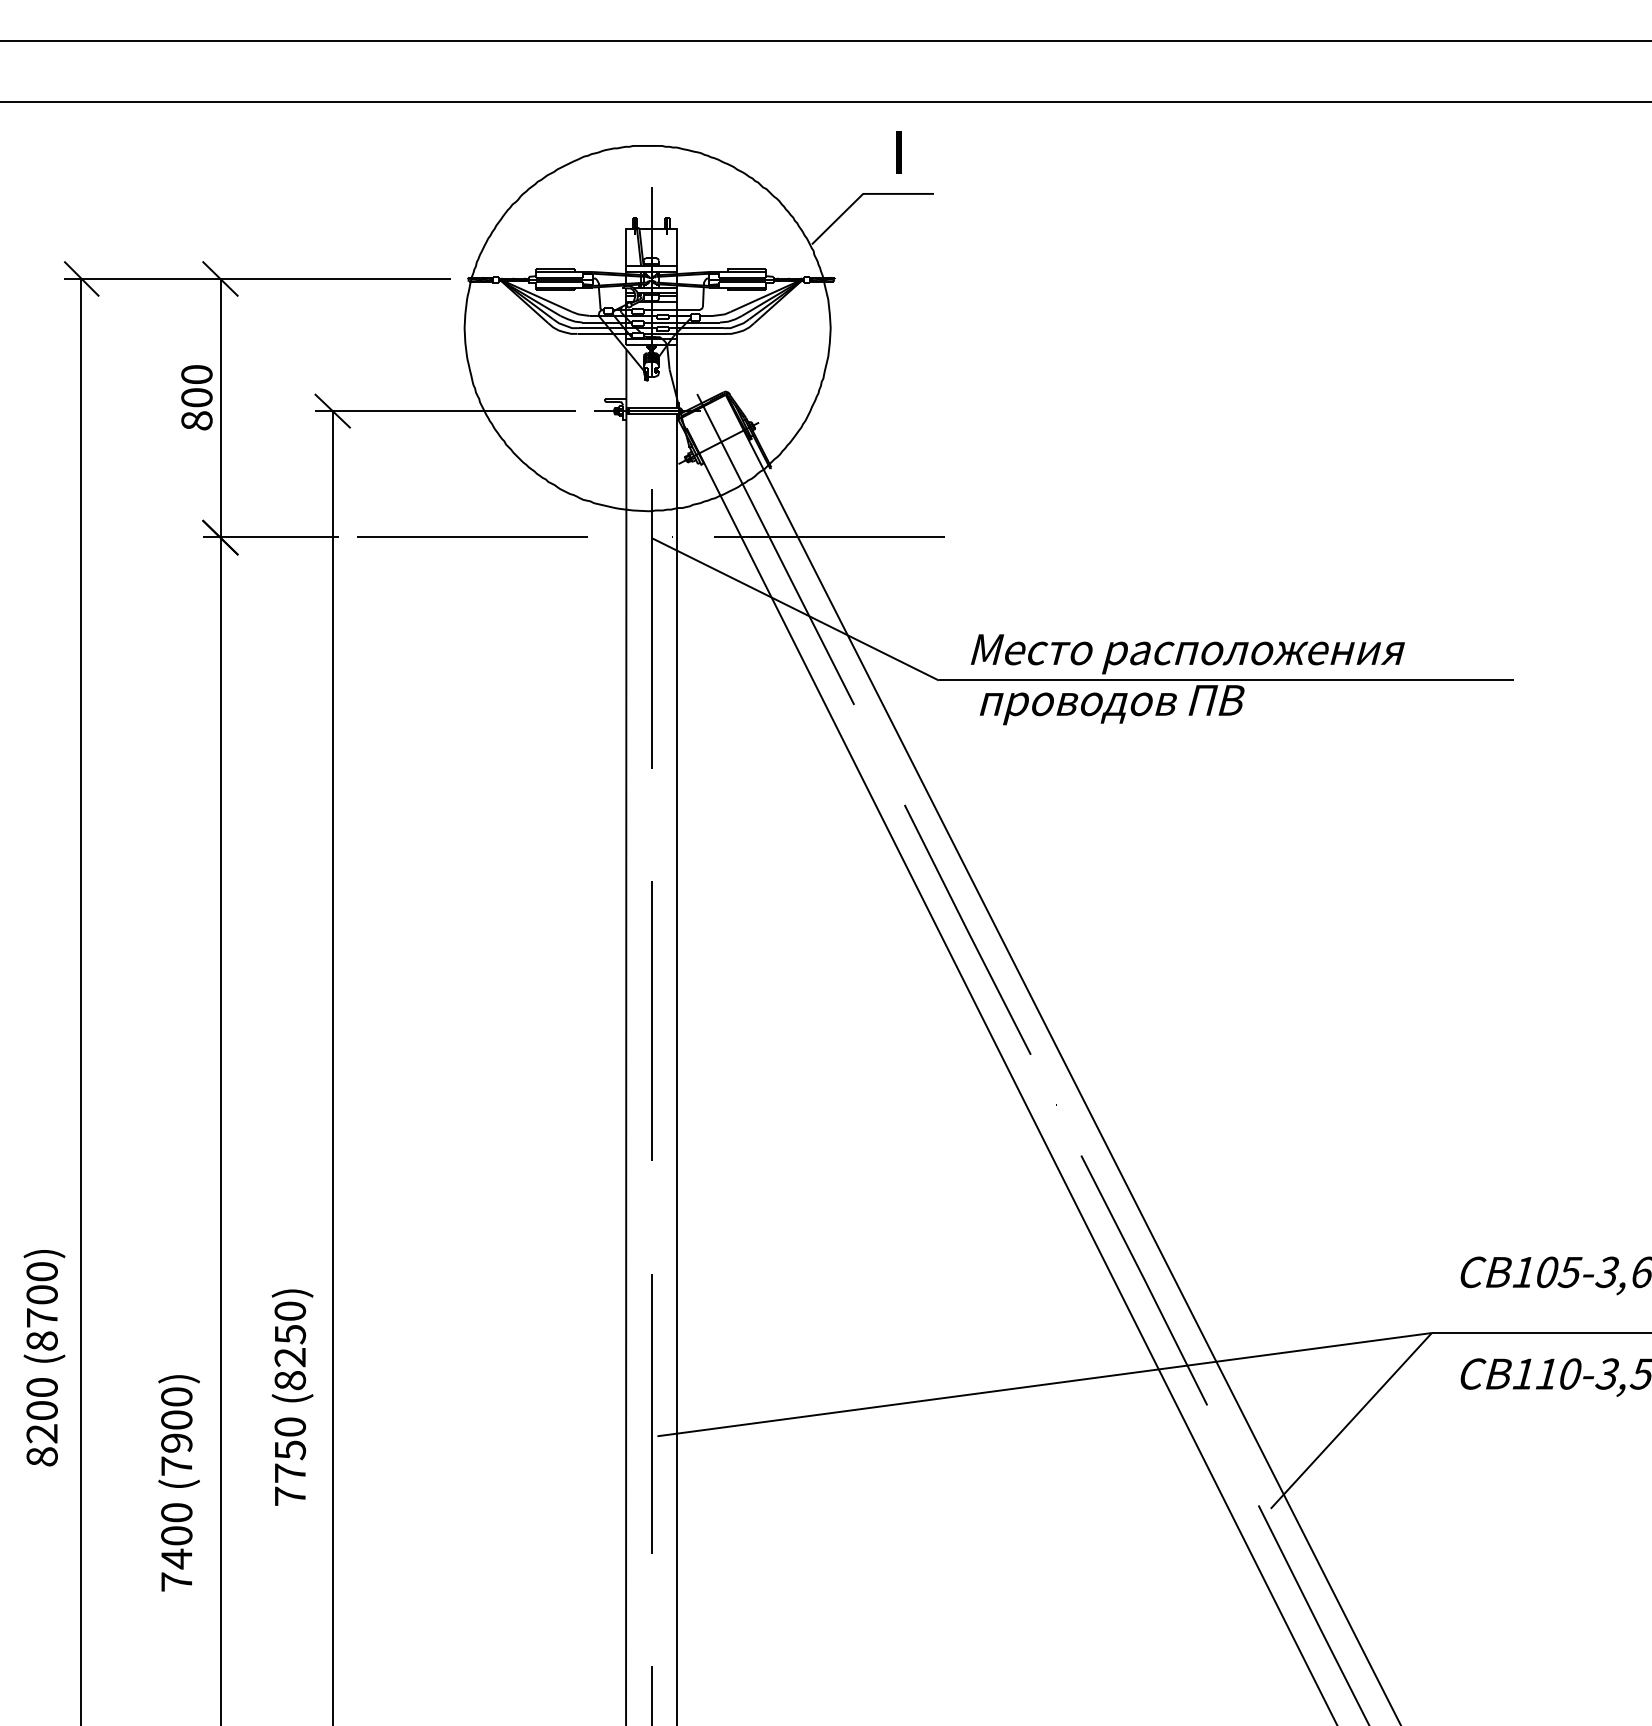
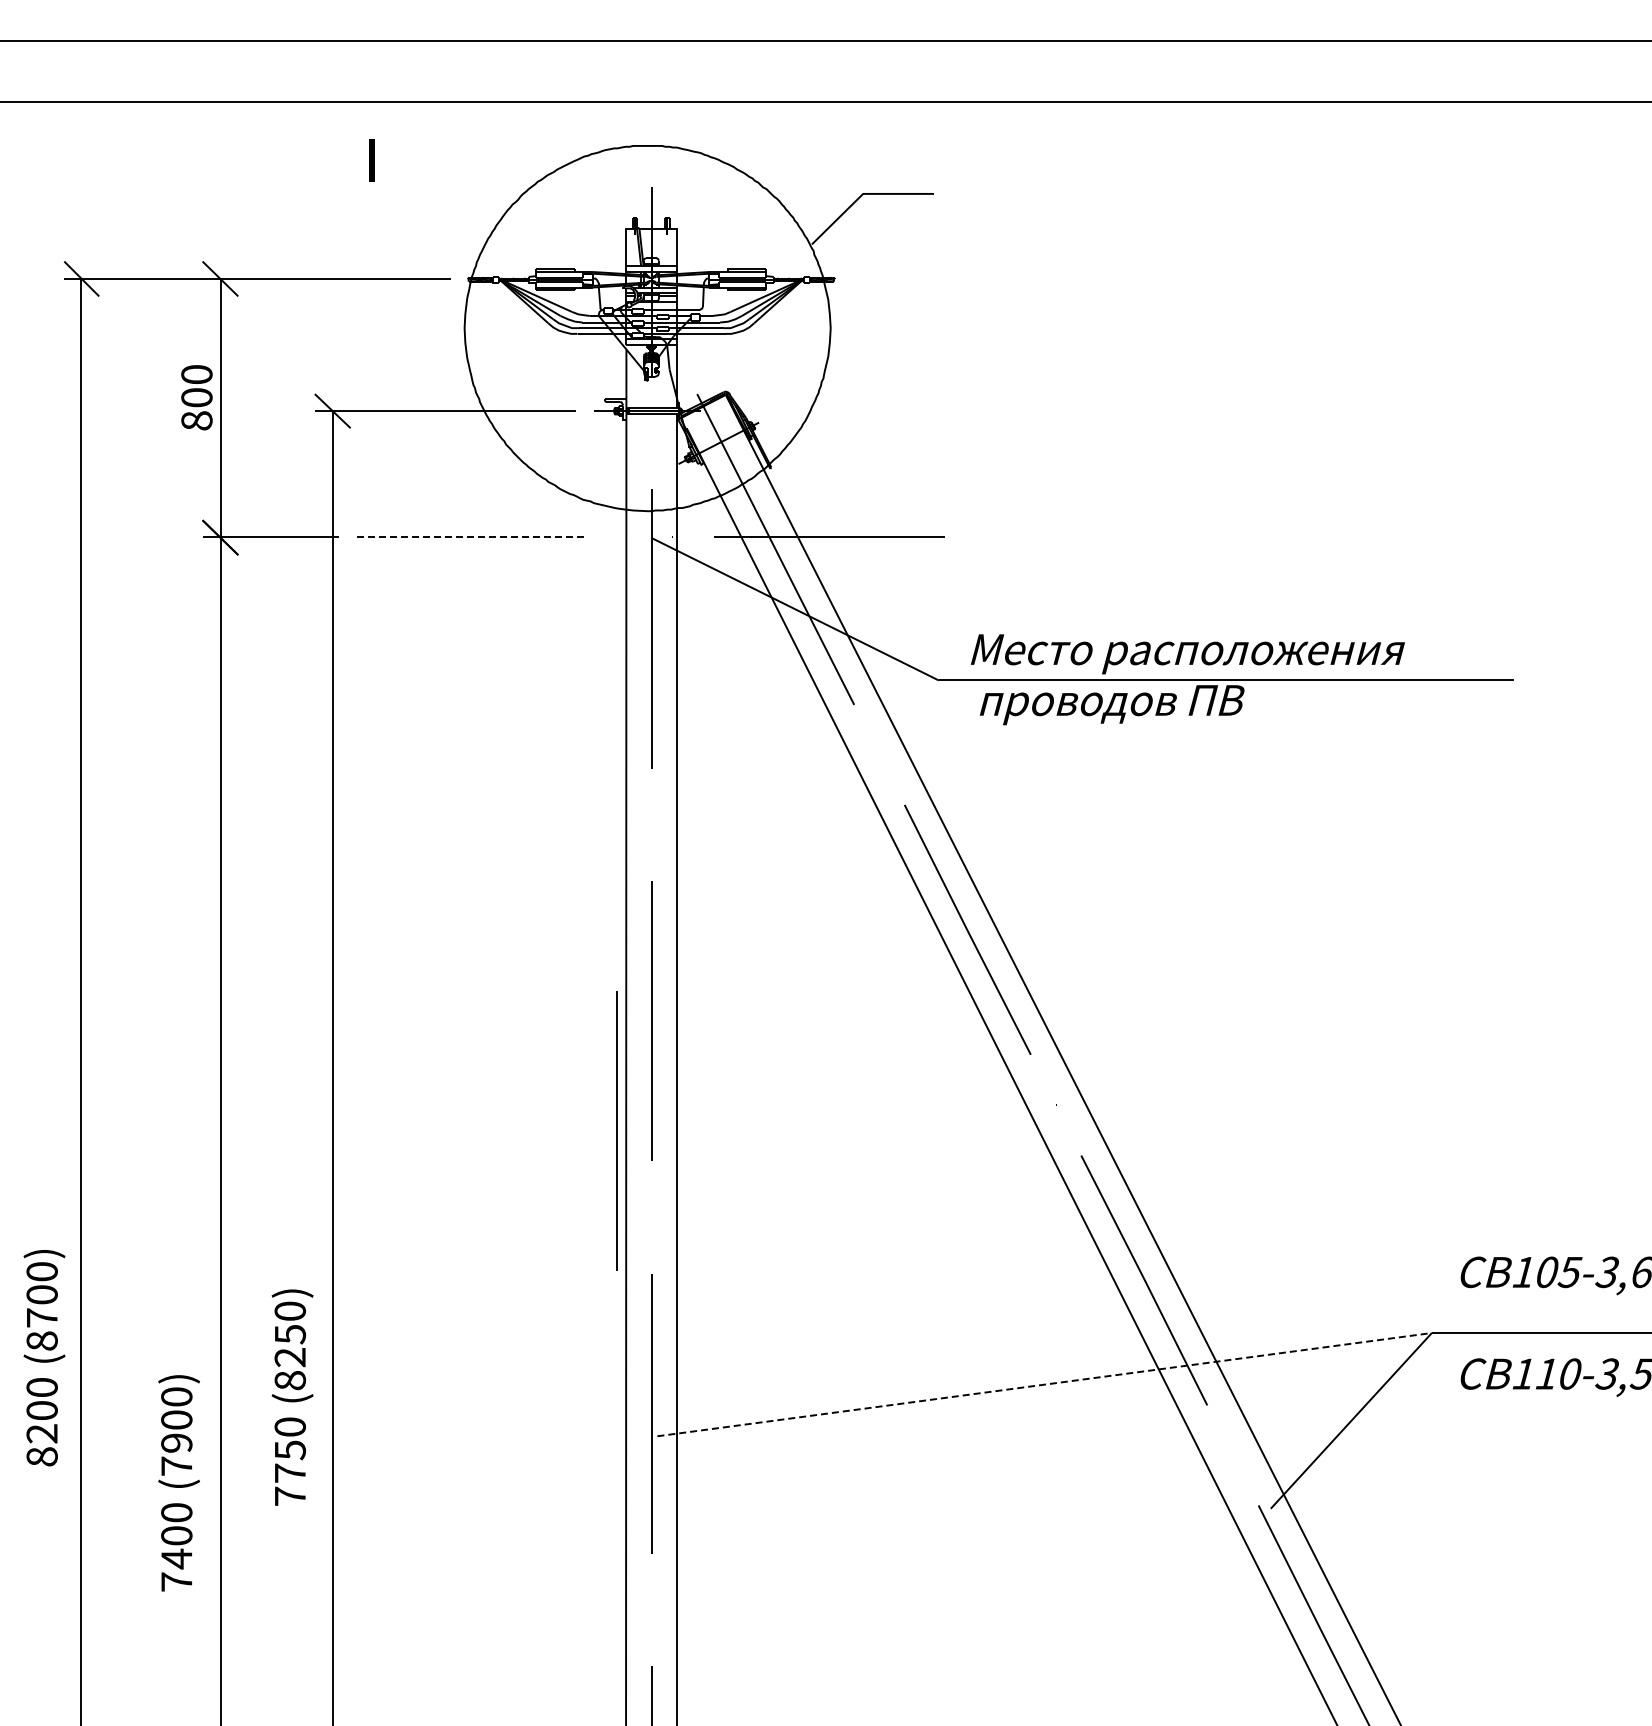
part at (898, 152) position: (898, 152) -> (371, 160)
line at (472, 537): solid -> dashed
line at (616, 1130): none -> present
line at (1044, 1384): solid -> dashed
